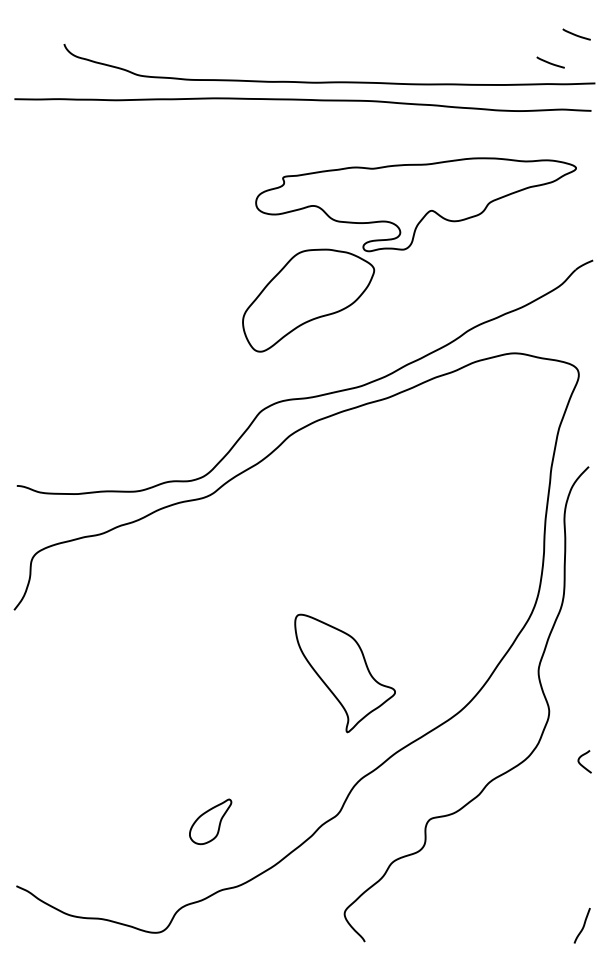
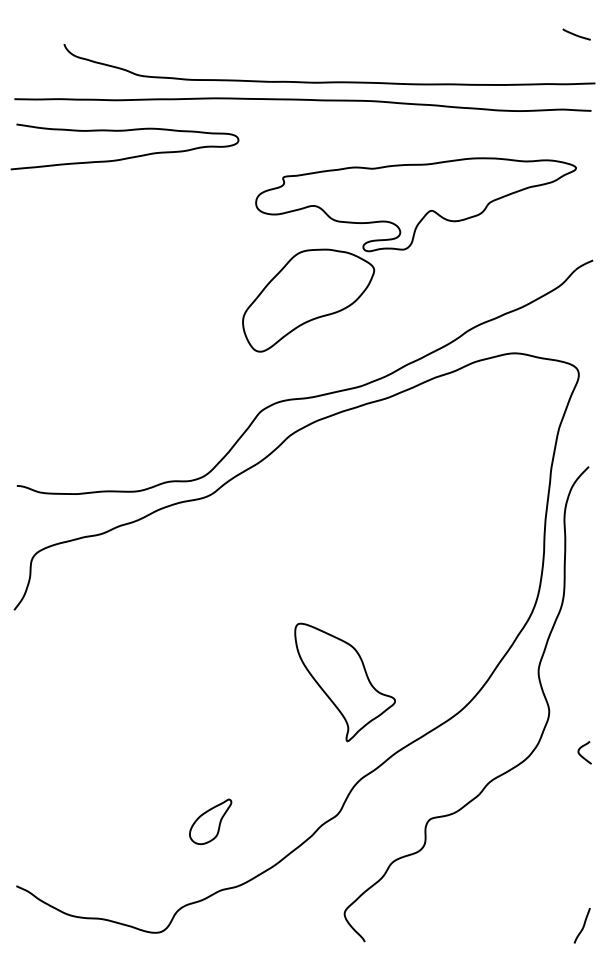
curve at (550, 62): present -> none
curve at (125, 157): none -> present
part at (344, 673) position: (344, 673) -> (344, 682)
curve at (581, 763) position: (581, 763) -> (581, 754)
